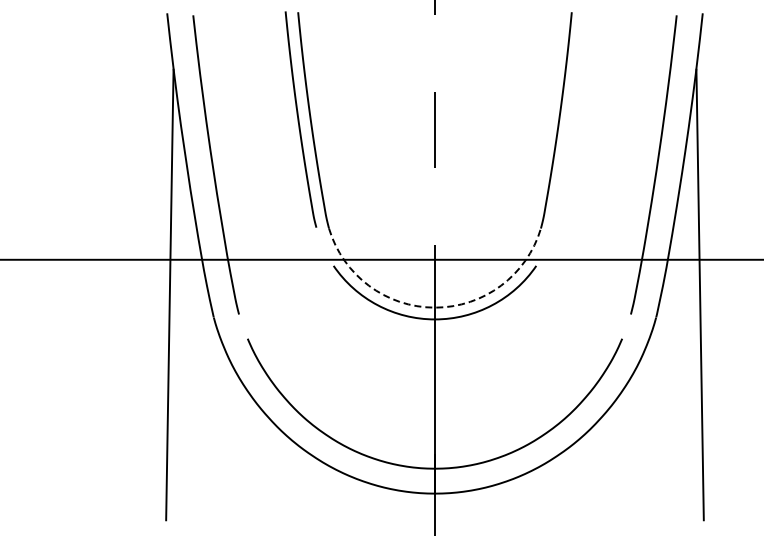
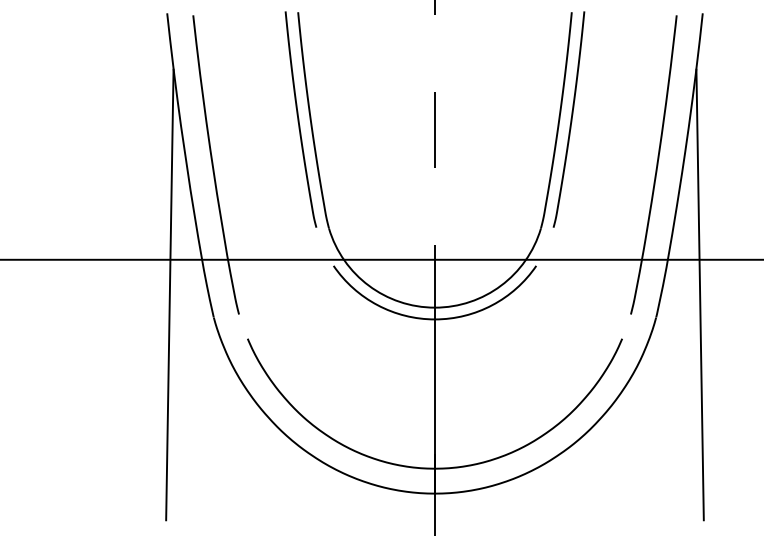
curve at (570, 119): none -> present
arc at (435, 307): dashed -> solid
